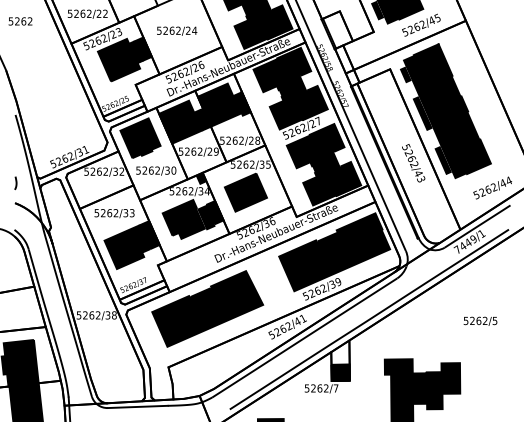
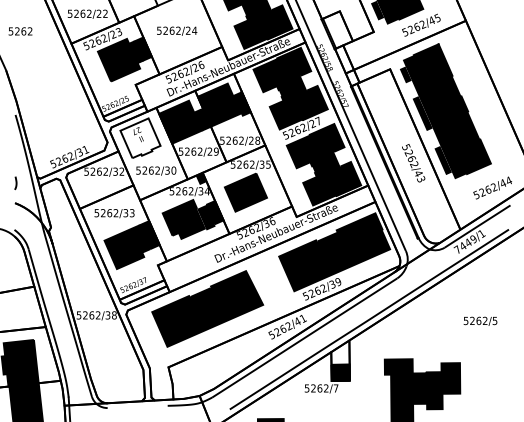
text at (20, 21) position: (20, 21) -> (20, 31)
fill at (140, 138): present -> none
line at (137, 406): present -> none
